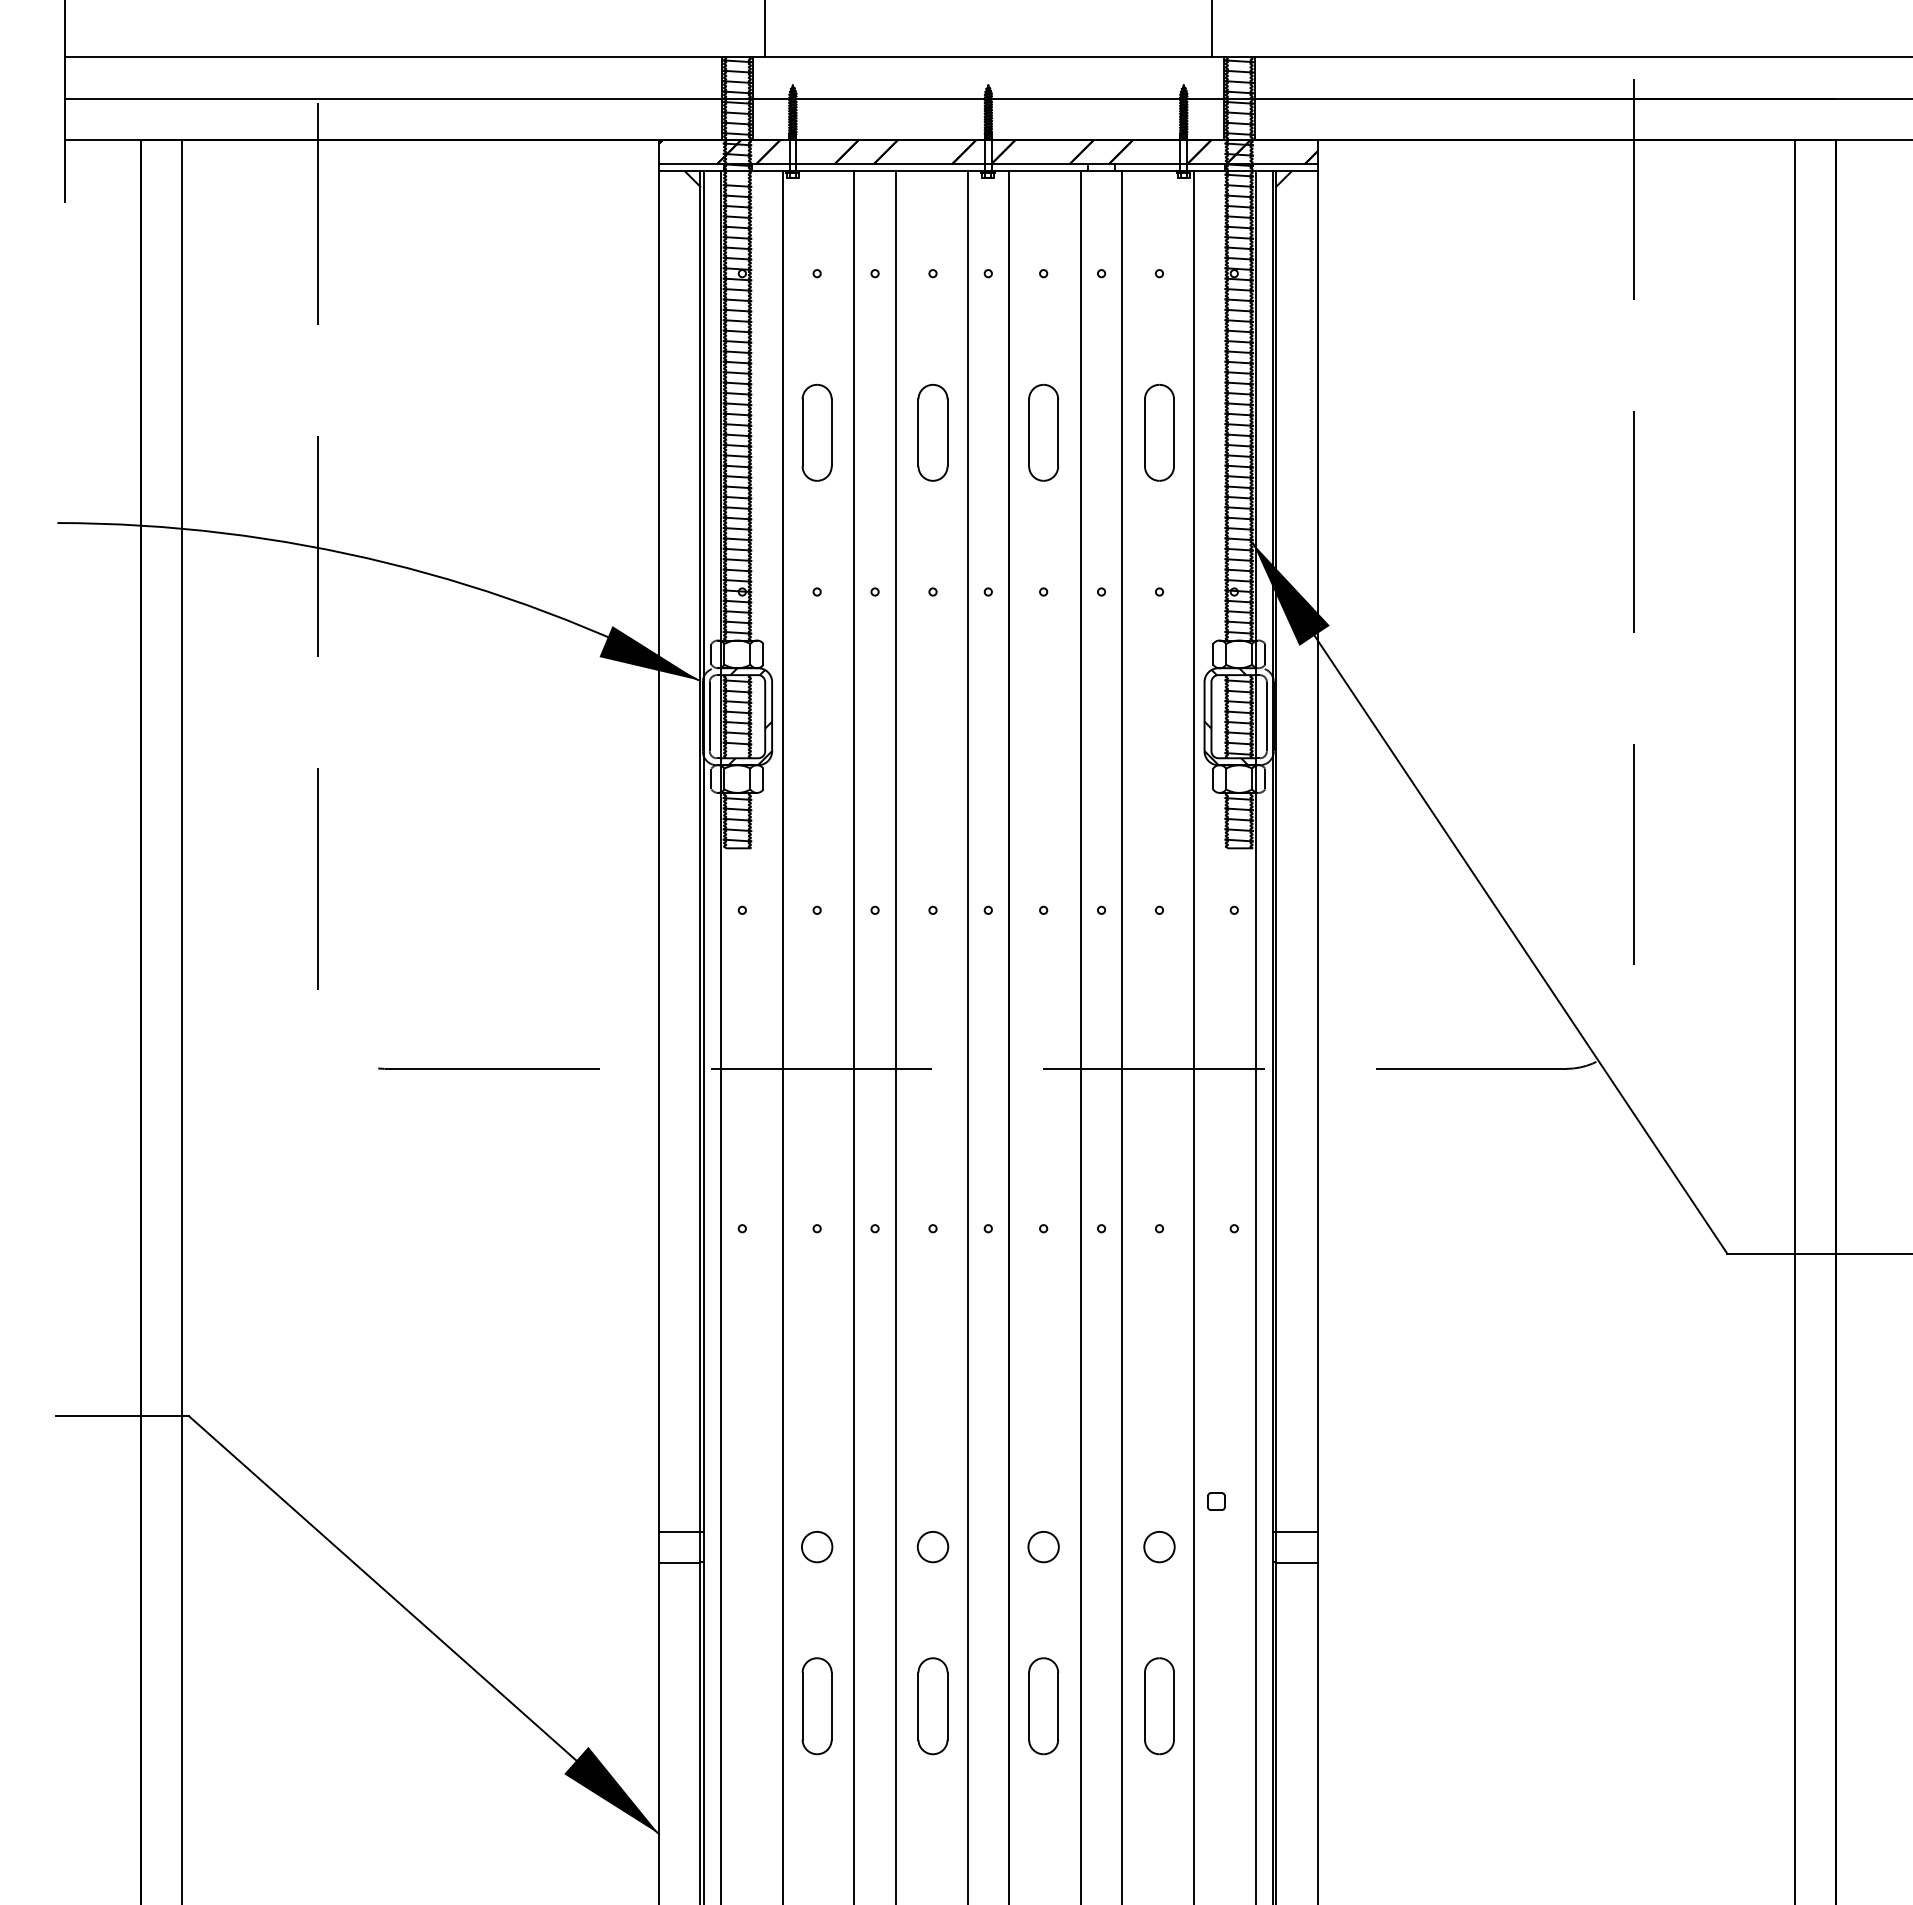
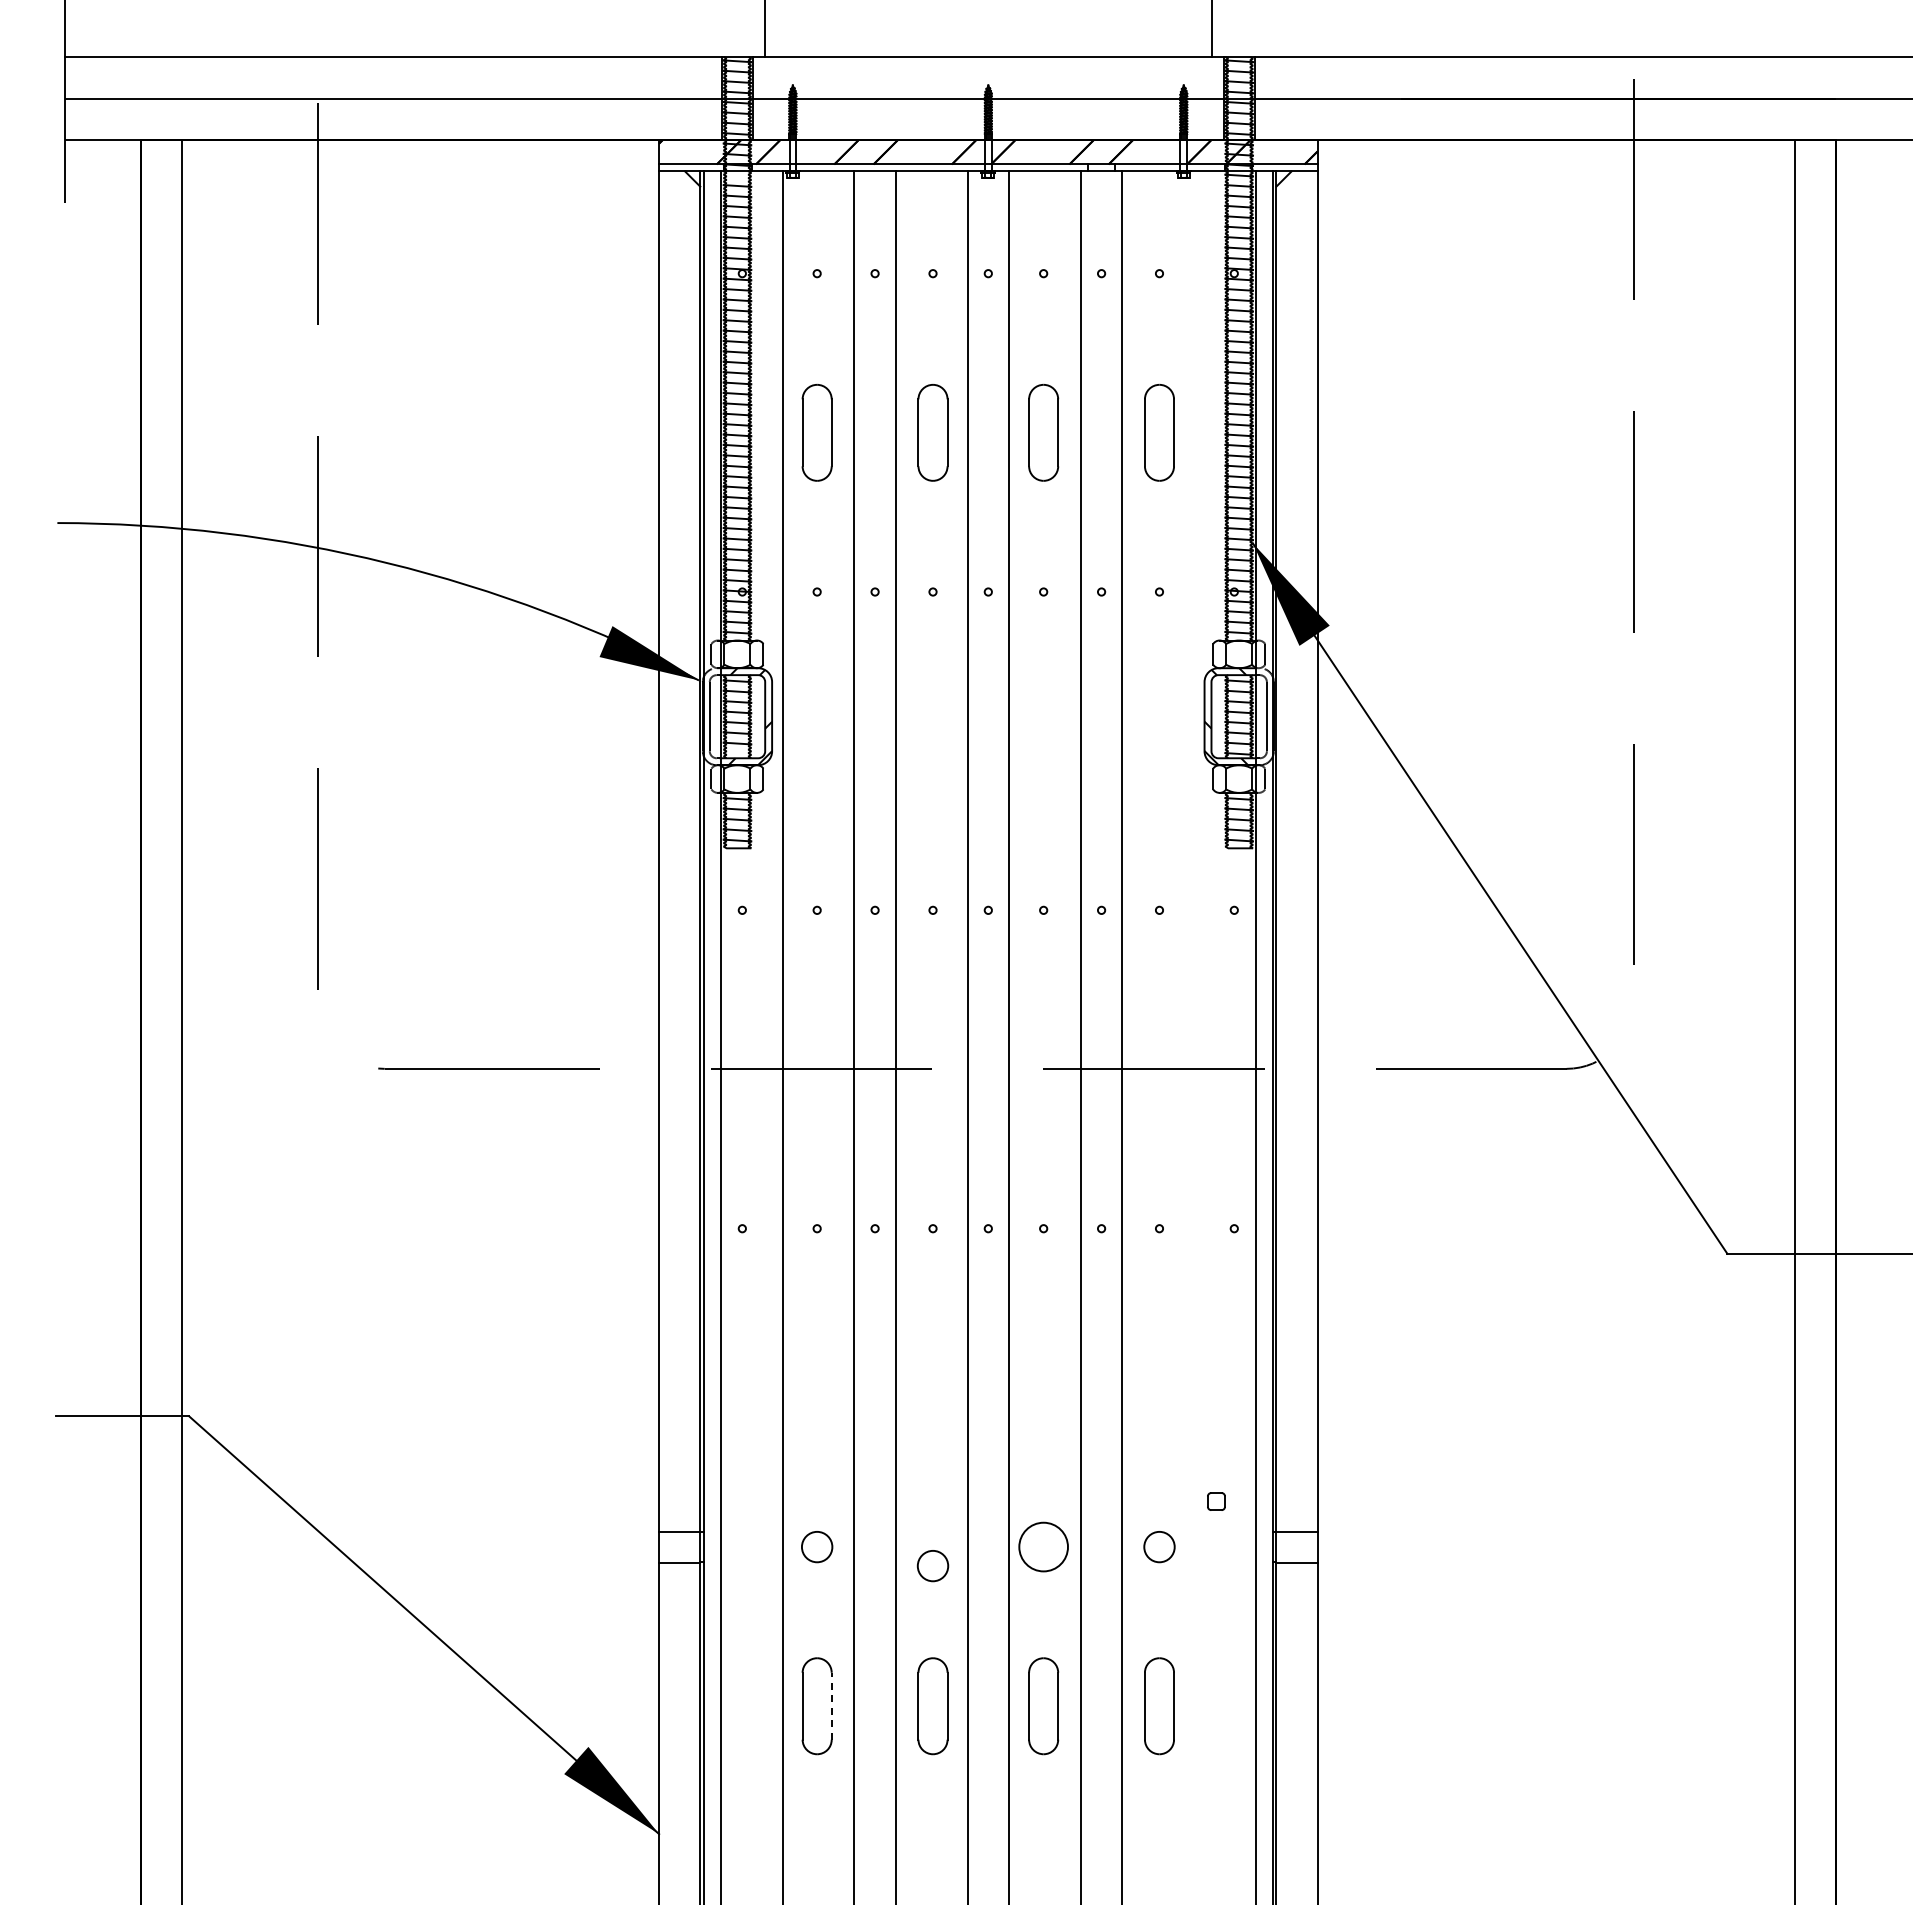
line at (1194, 1036): present -> none
circle at (1043, 1546) diameter: 30 px -> 49 px
circle at (932, 1547) position: (932, 1547) -> (932, 1566)
line at (831, 1705): solid -> dashed
